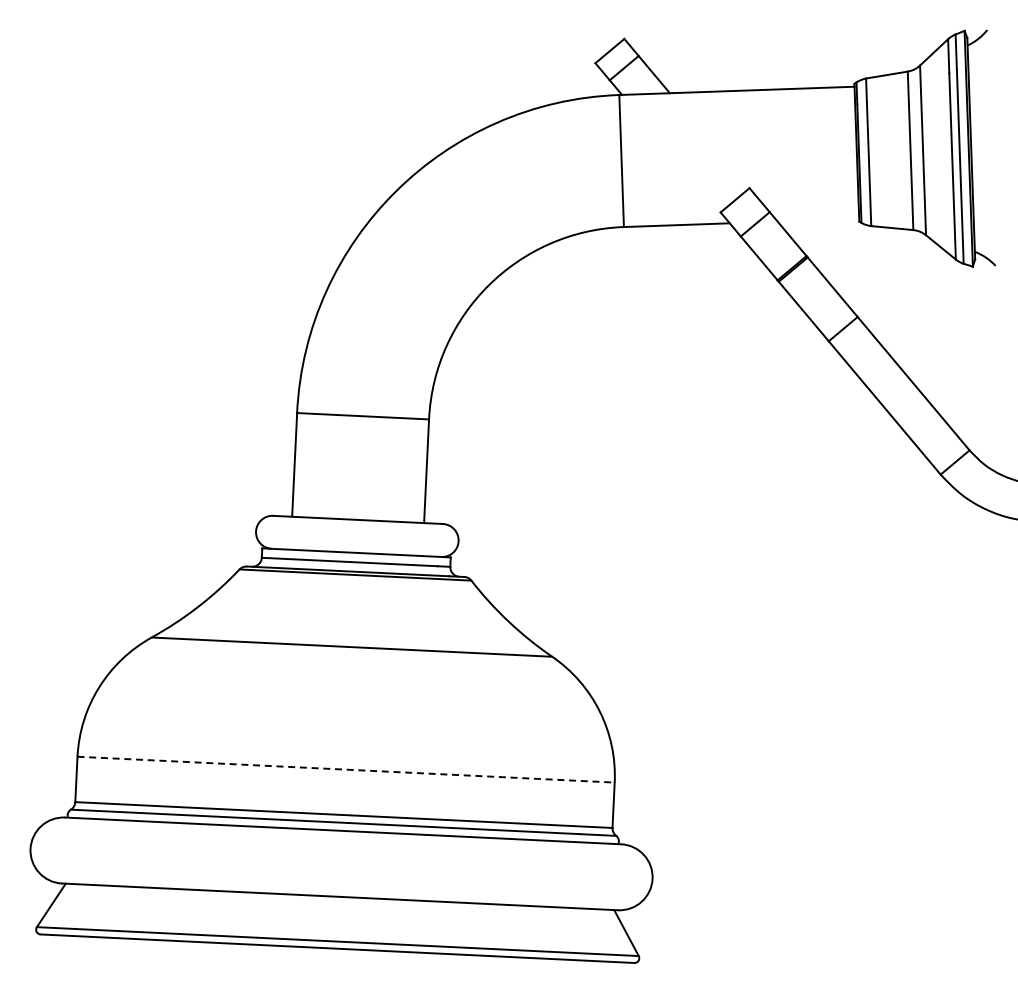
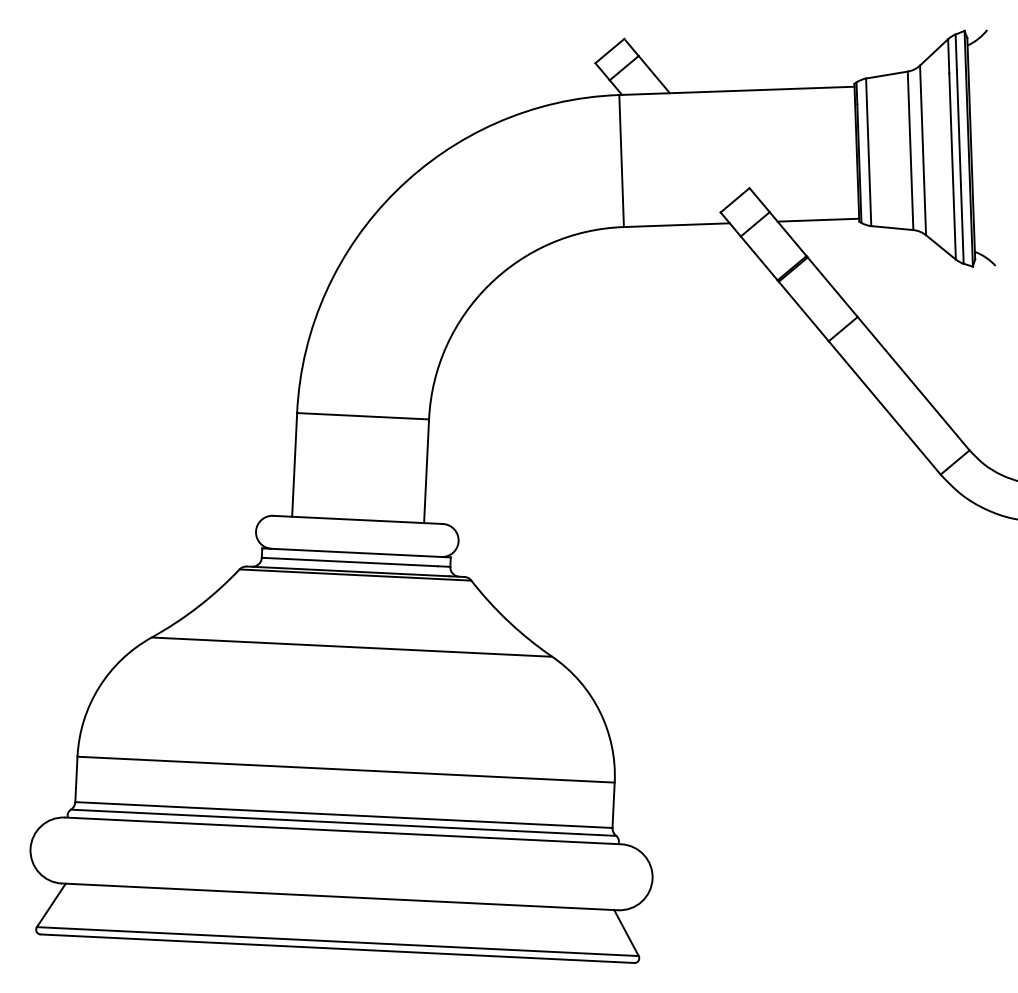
line at (818, 219): none -> present
line at (346, 769): dashed -> solid
